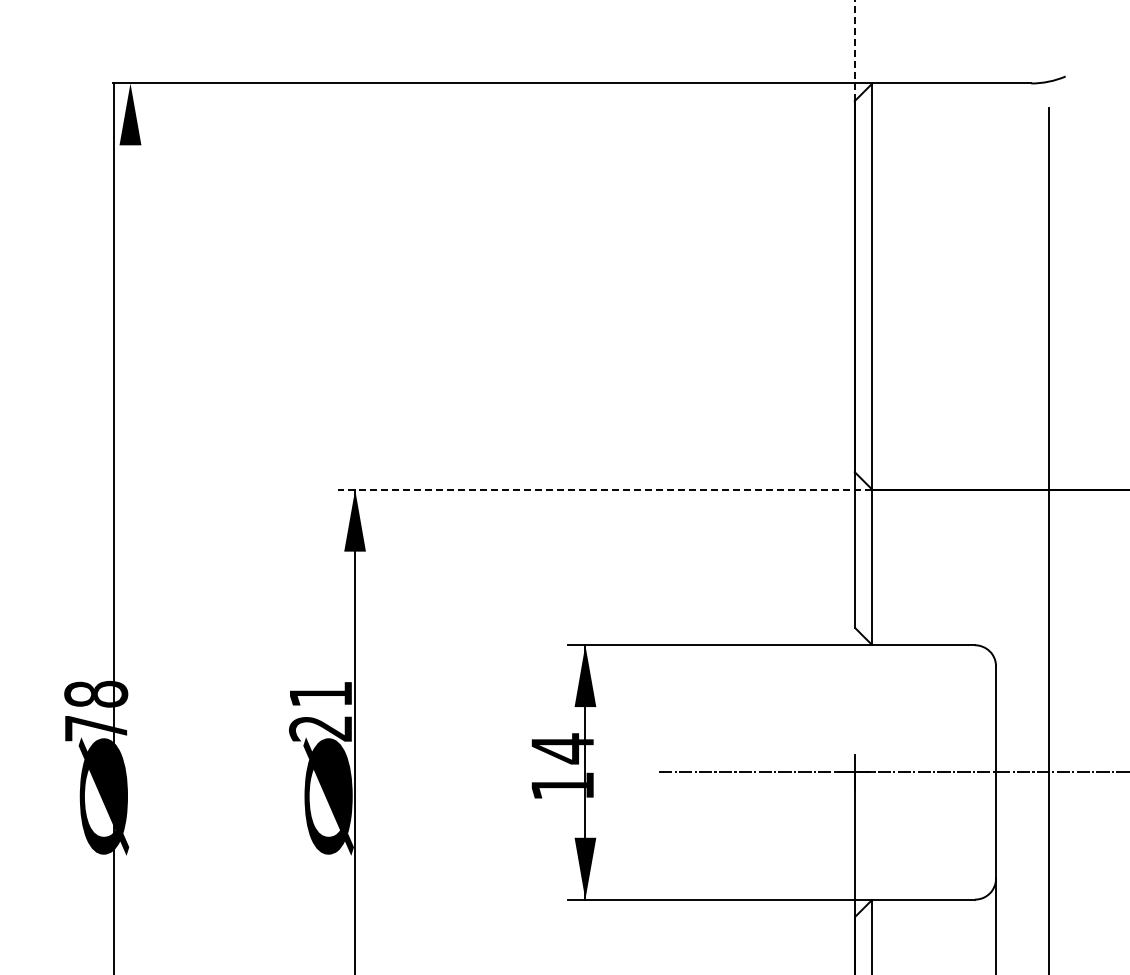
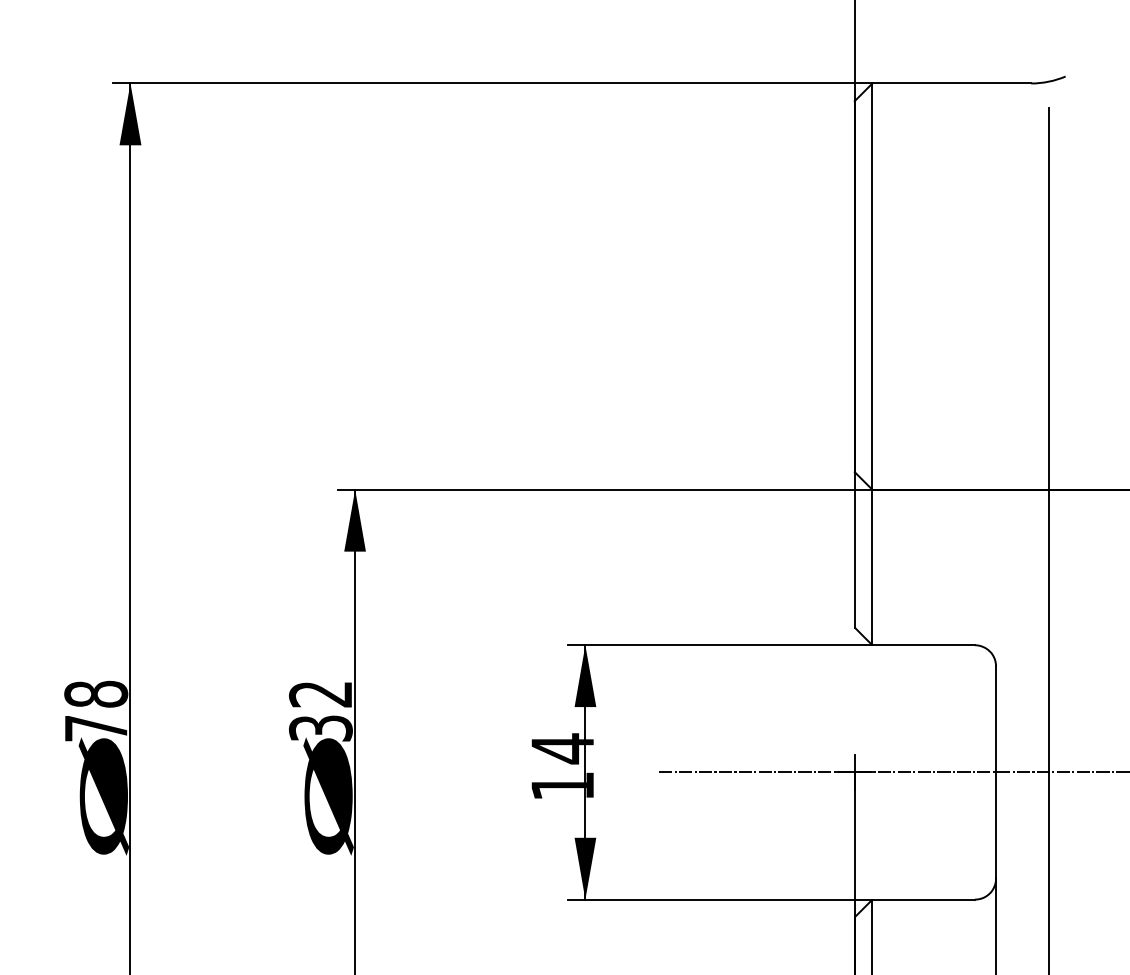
line at (854, 50): dashed -> solid
line at (604, 489): dashed -> solid
line at (114, 527) position: (114, 527) -> (130, 527)
text at (320, 711): 21 -> 32
